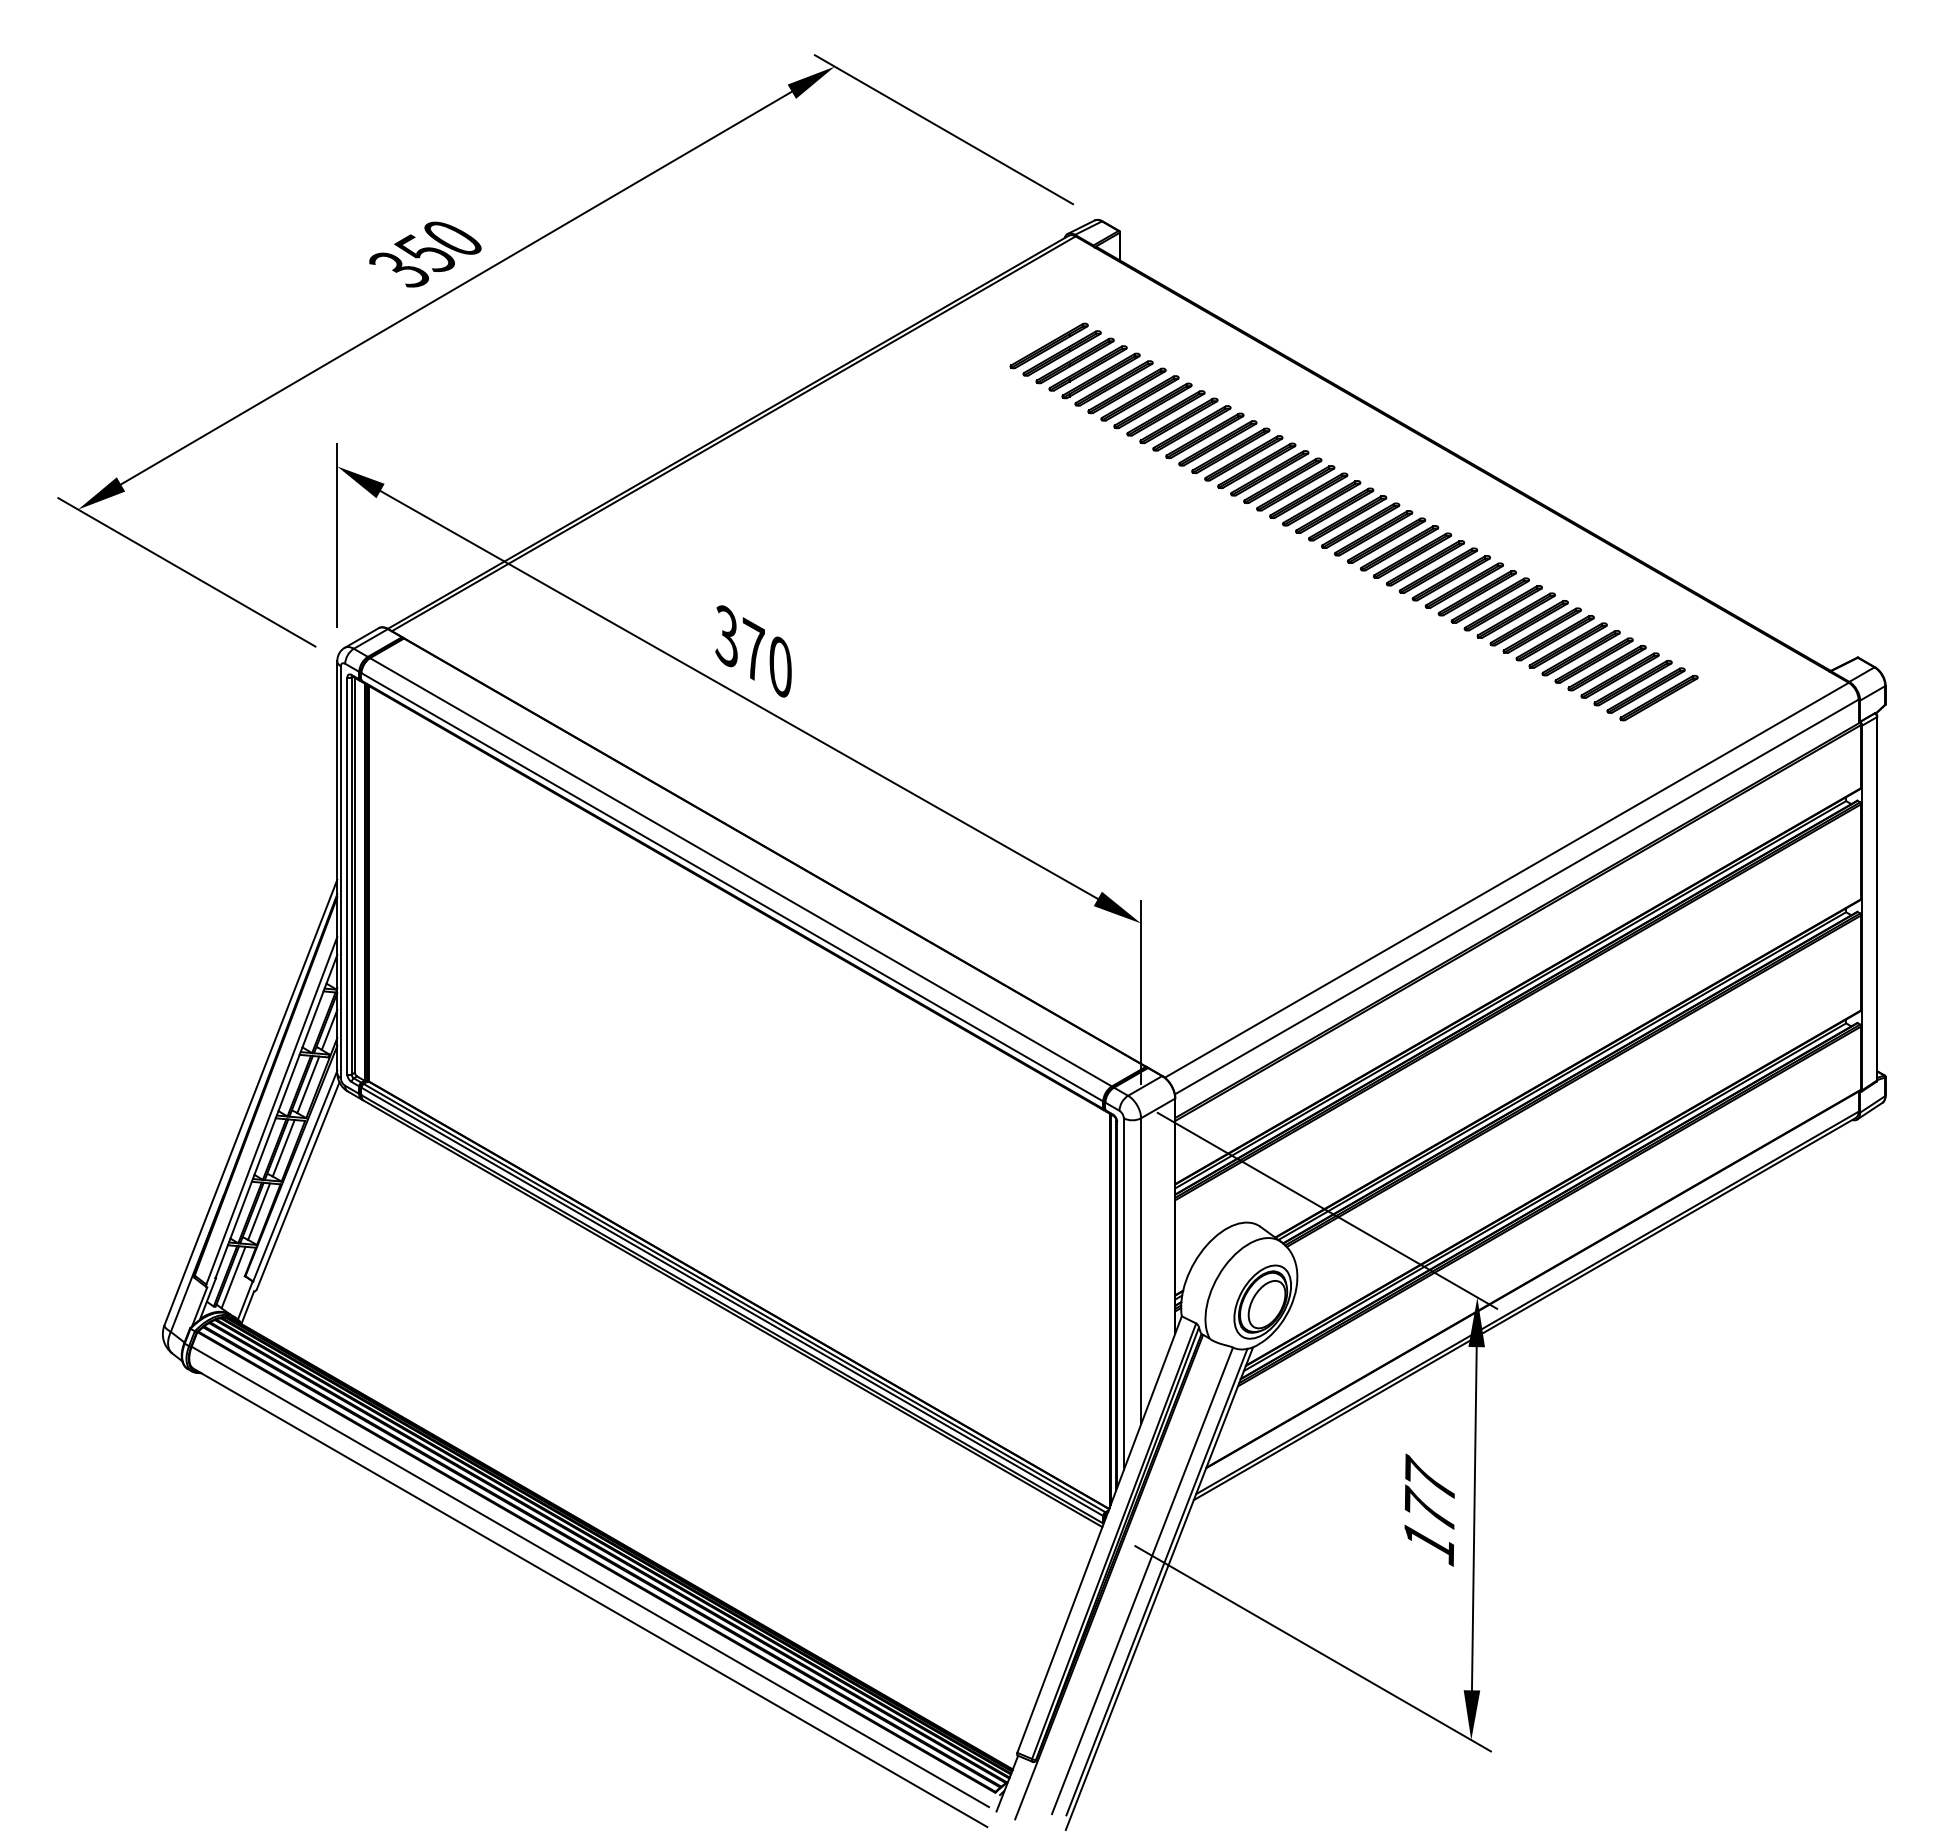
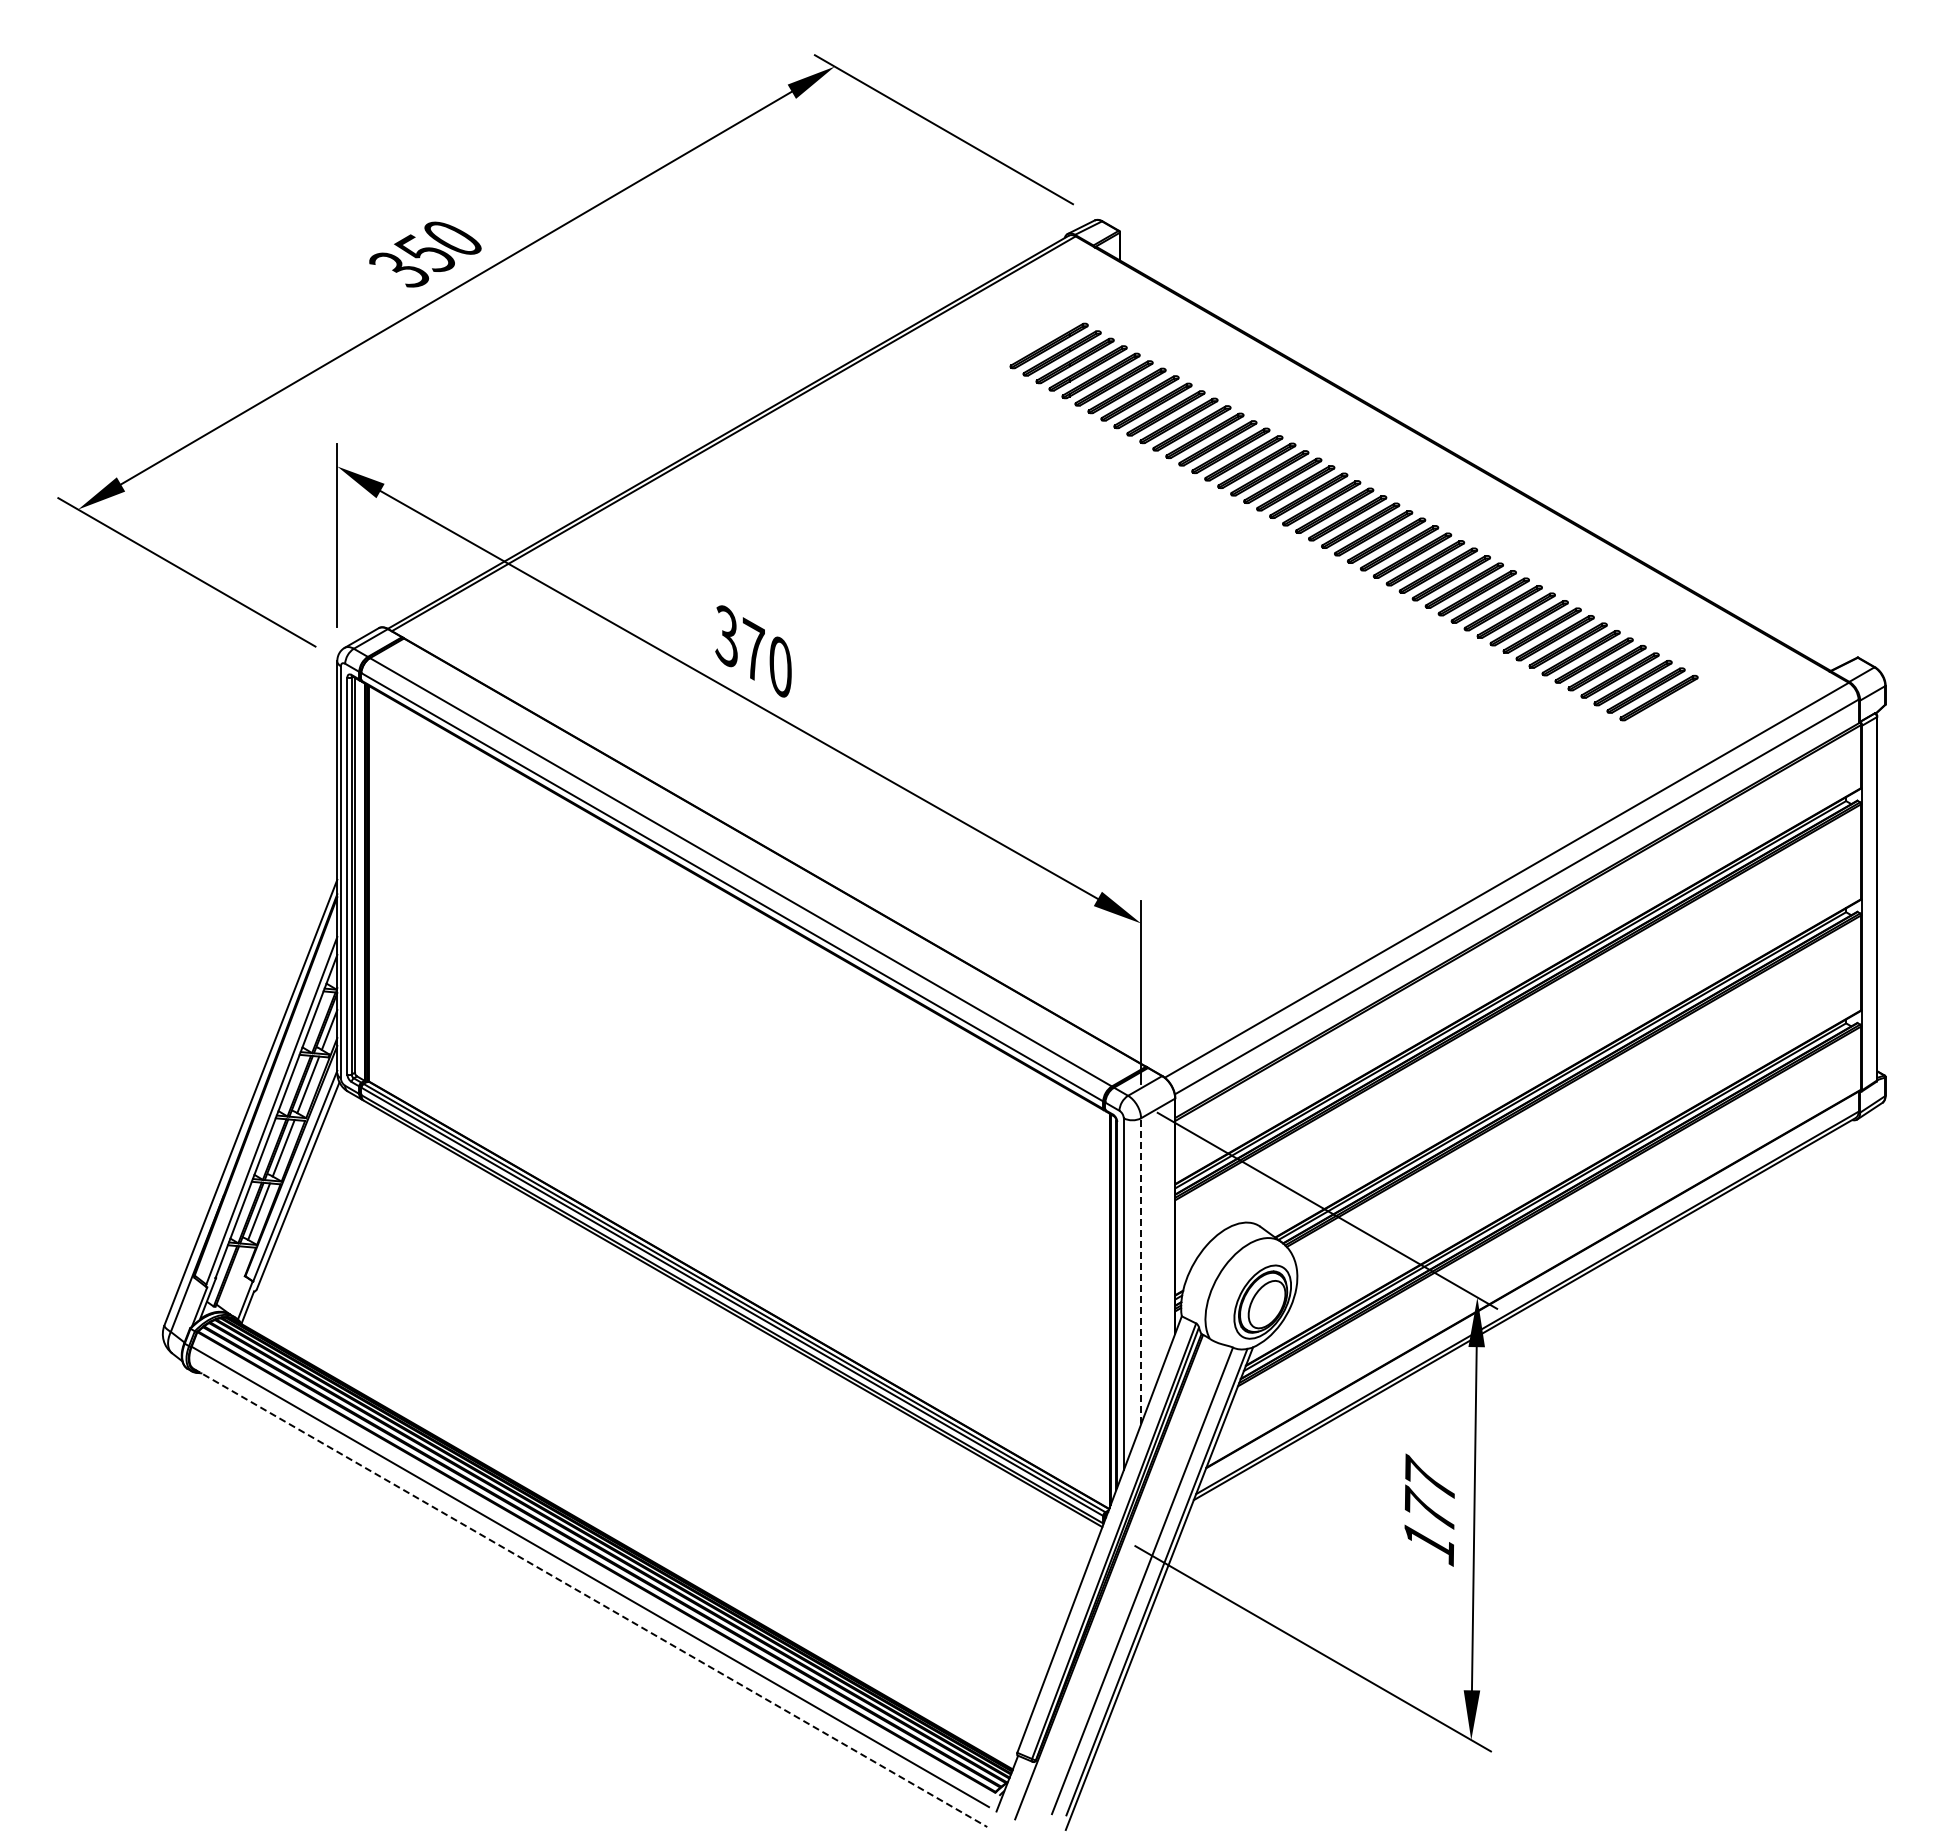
line at (1141, 1270): solid -> dashed
line at (233, 1277): present -> none
line at (590, 1598): solid -> dashed
